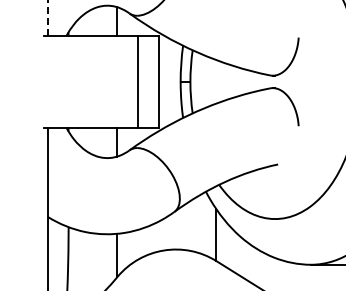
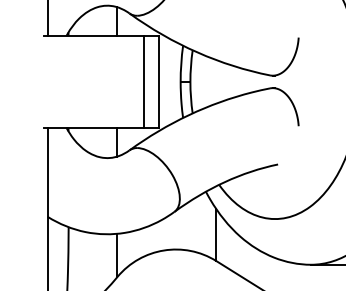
line at (47, 18): dashed -> solid
line at (137, 81) position: (137, 81) -> (143, 81)
